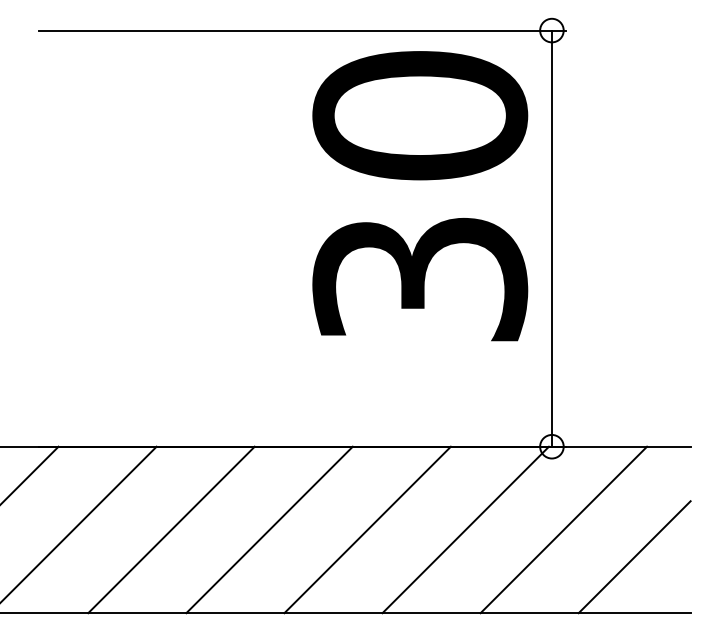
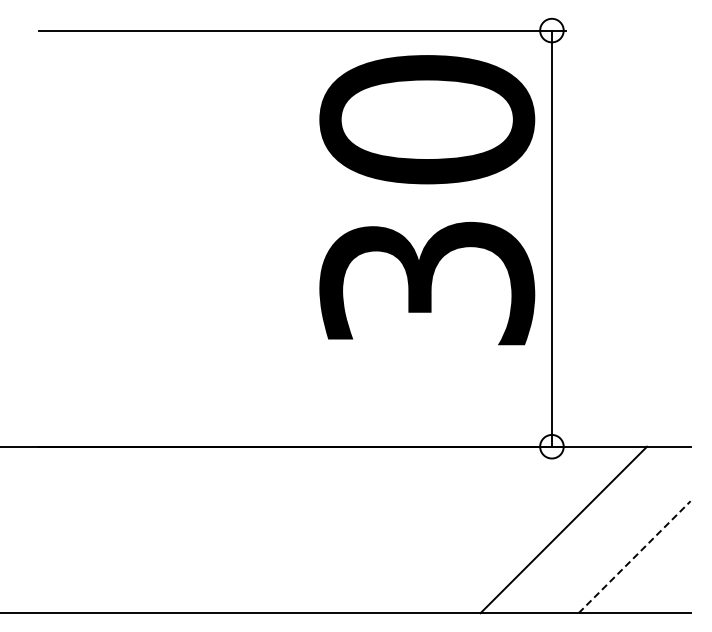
text at (420, 196) position: (420, 196) -> (427, 200)
line at (30, 474): present -> none
line at (79, 523): present -> none
line at (171, 529): present -> none
line at (269, 529): present -> none
line at (367, 529): present -> none
line at (465, 529): present -> none
line at (635, 556): solid -> dashed
